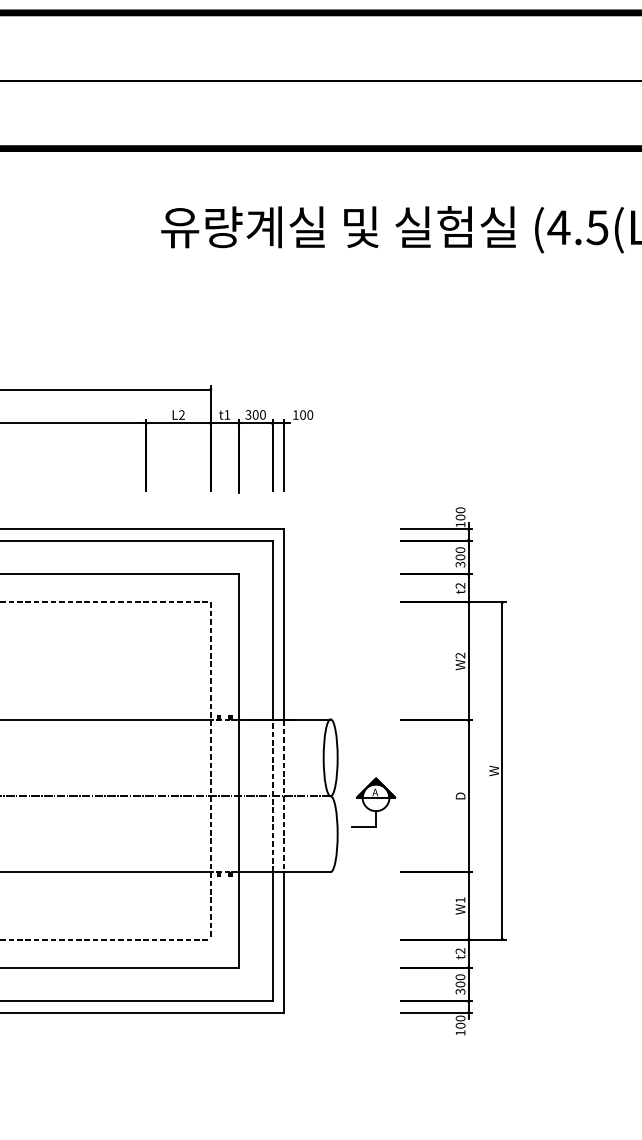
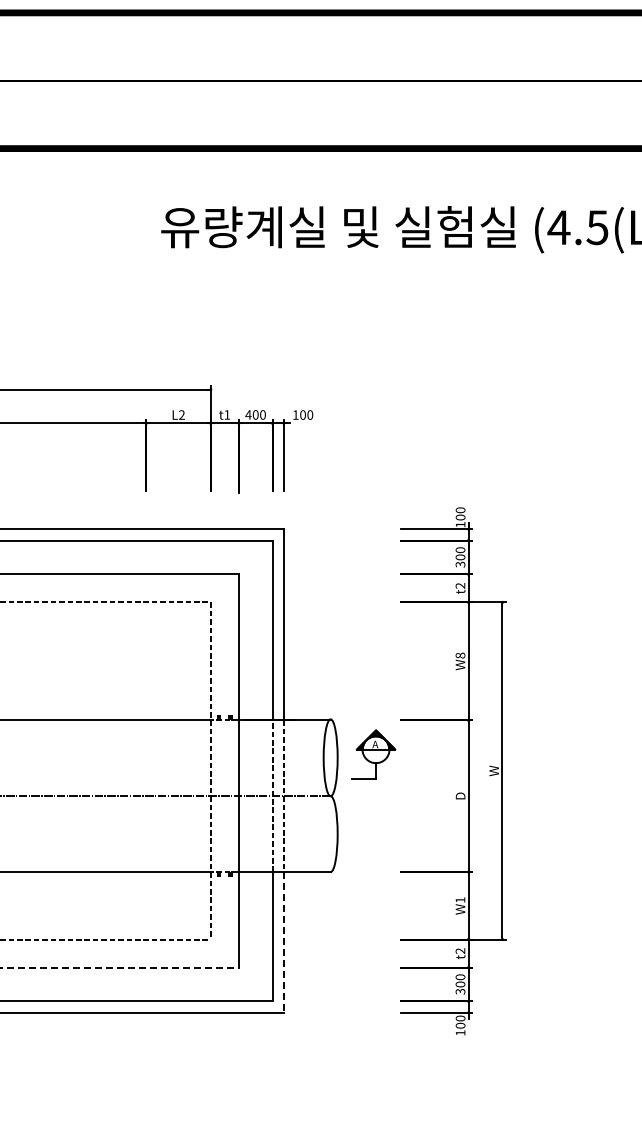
text at (248, 414): 300 -> 400
text at (460, 655): W2 -> W8
part at (373, 802) position: (373, 802) -> (373, 754)
line at (283, 942): solid -> dashed
line at (119, 967): solid -> dashed
